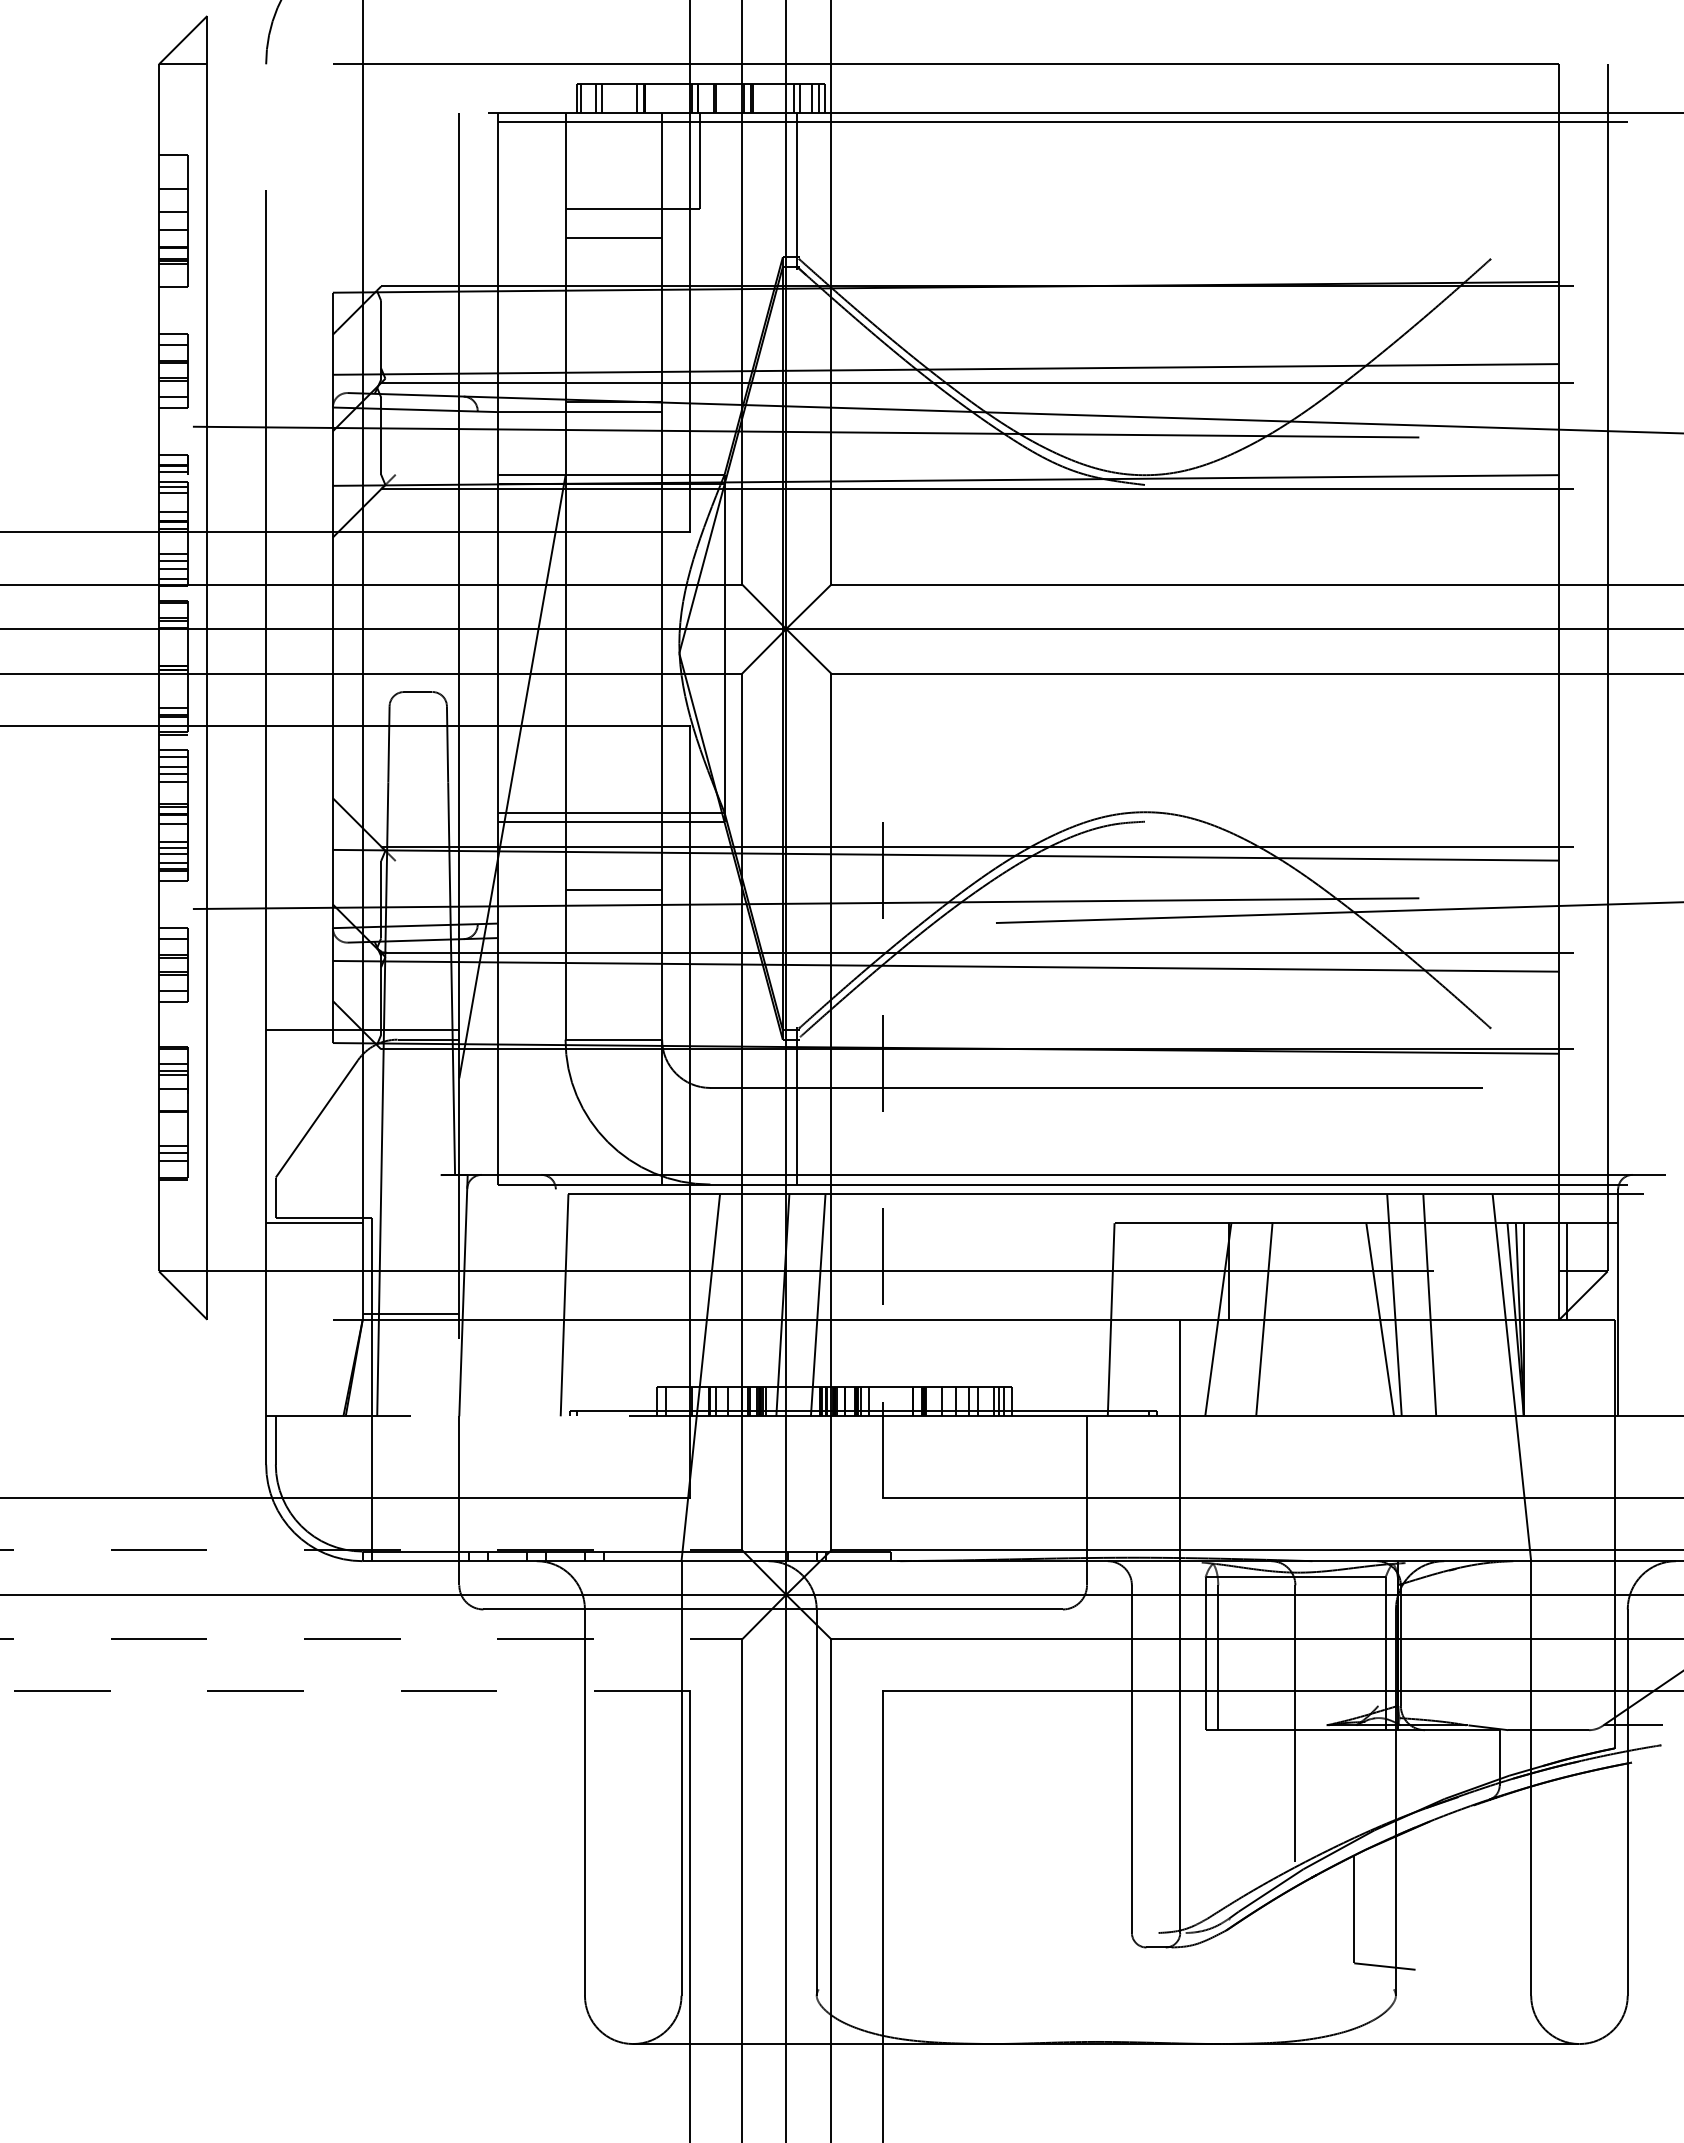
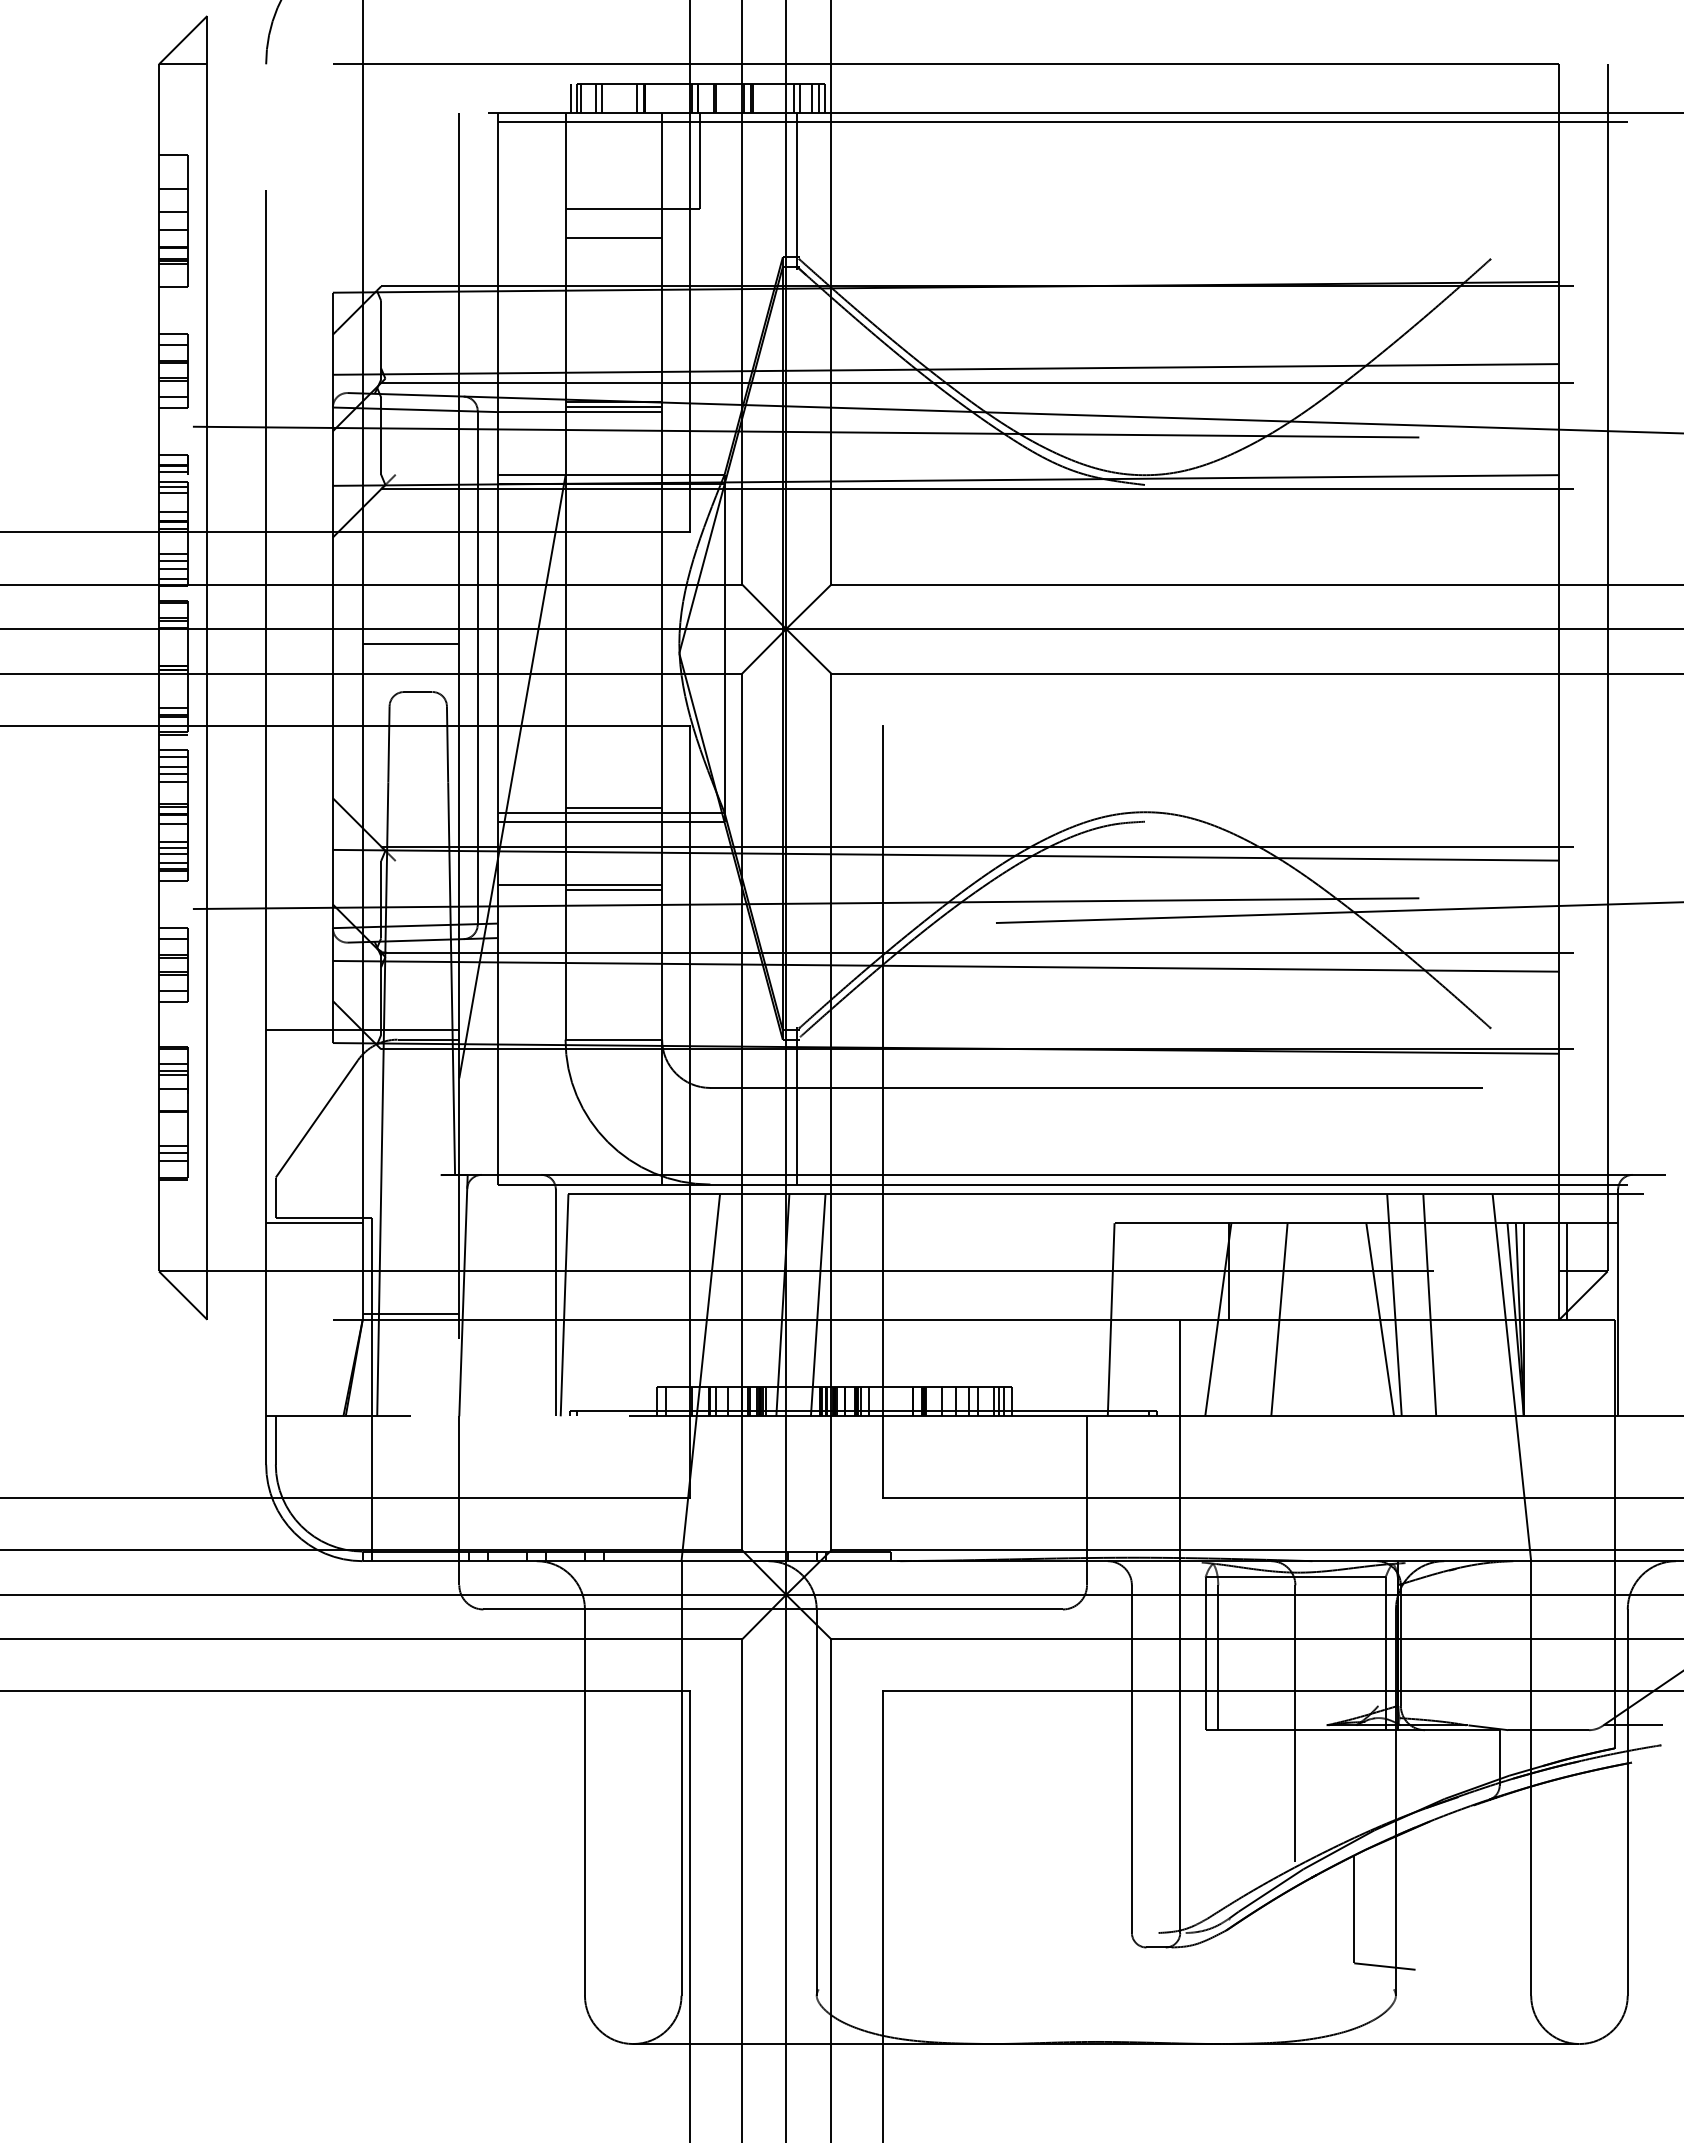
line at (570, 97): none -> present
line at (613, 407): none -> present
line at (410, 643): none -> present
line at (477, 667): none -> present
line at (613, 807): none -> present
line at (579, 885): none -> present
line at (883, 1111): dashed -> solid
line at (555, 1302): none -> present
line at (1264, 1318) position: (1264, 1318) -> (1279, 1319)
line at (371, 1550): dashed -> solid
line at (371, 1639): dashed -> solid
line at (345, 1691): dashed -> solid
